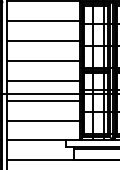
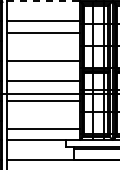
line at (44, 1): solid -> dashed
line at (43, 41) position: (43, 41) -> (43, 33)
line at (43, 120) position: (43, 120) -> (43, 128)
